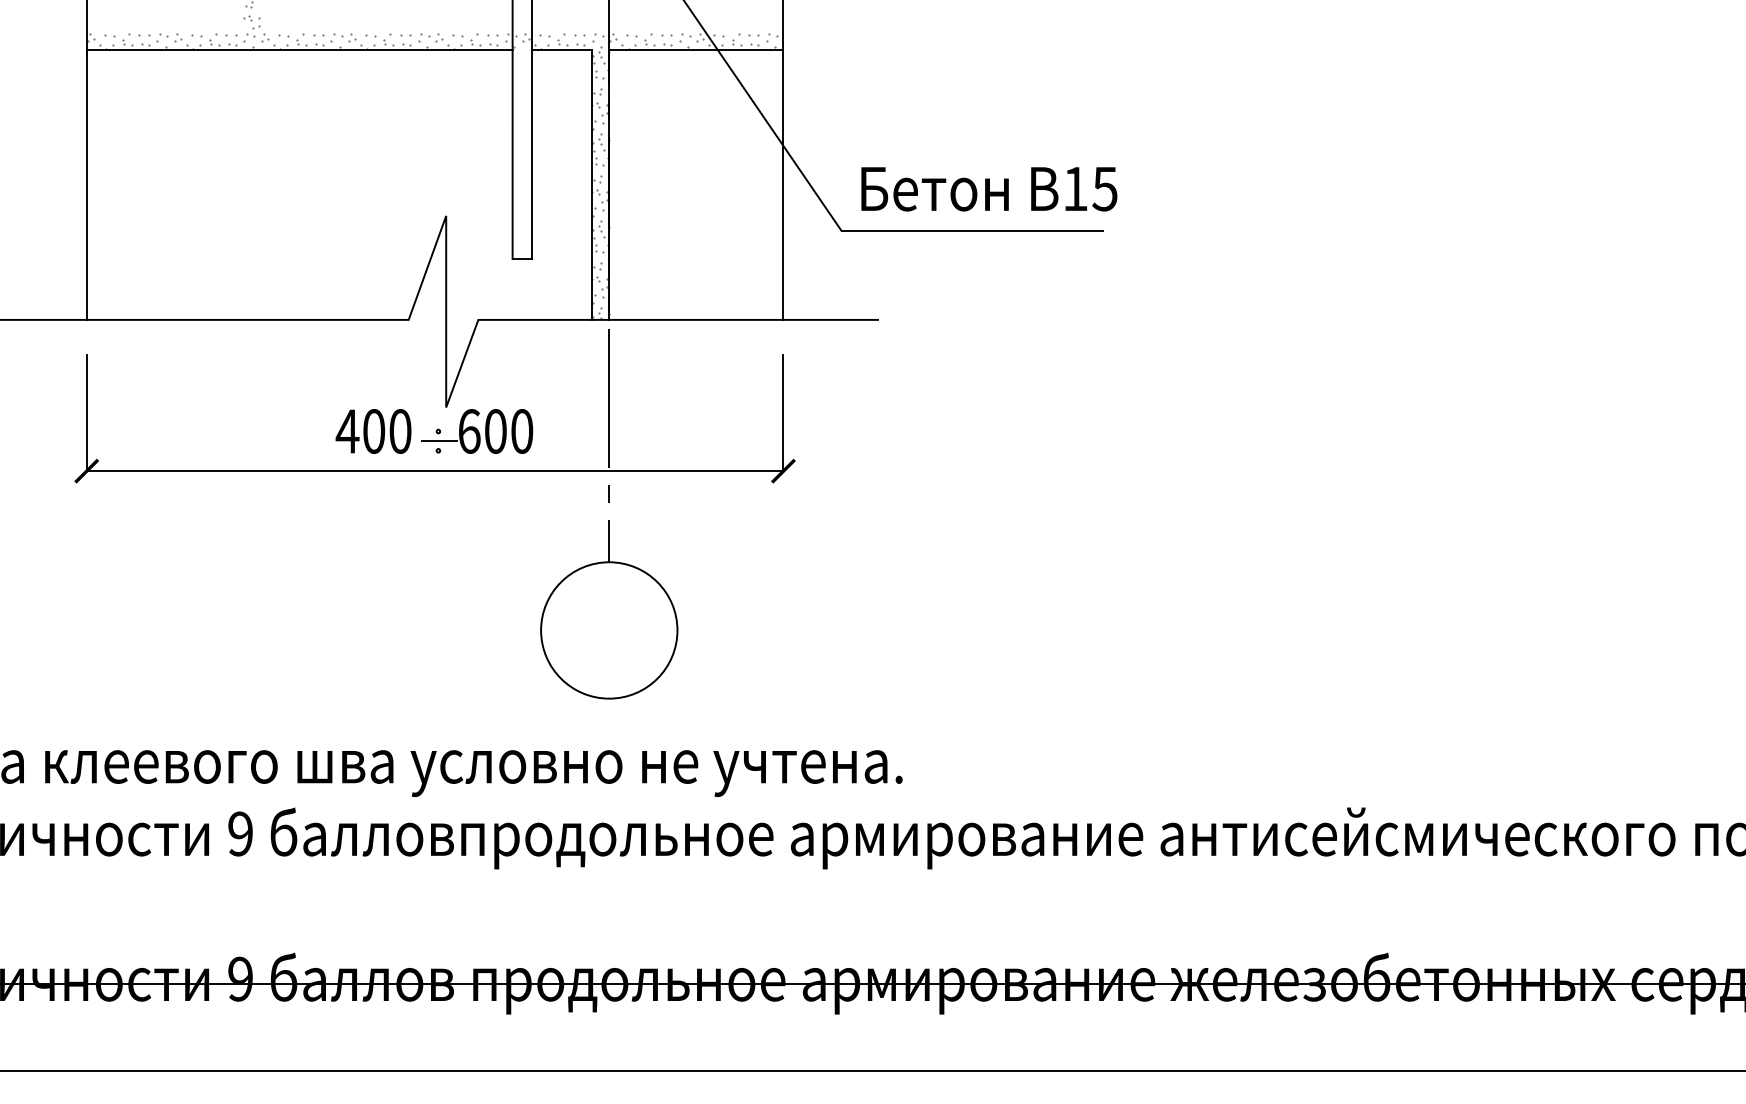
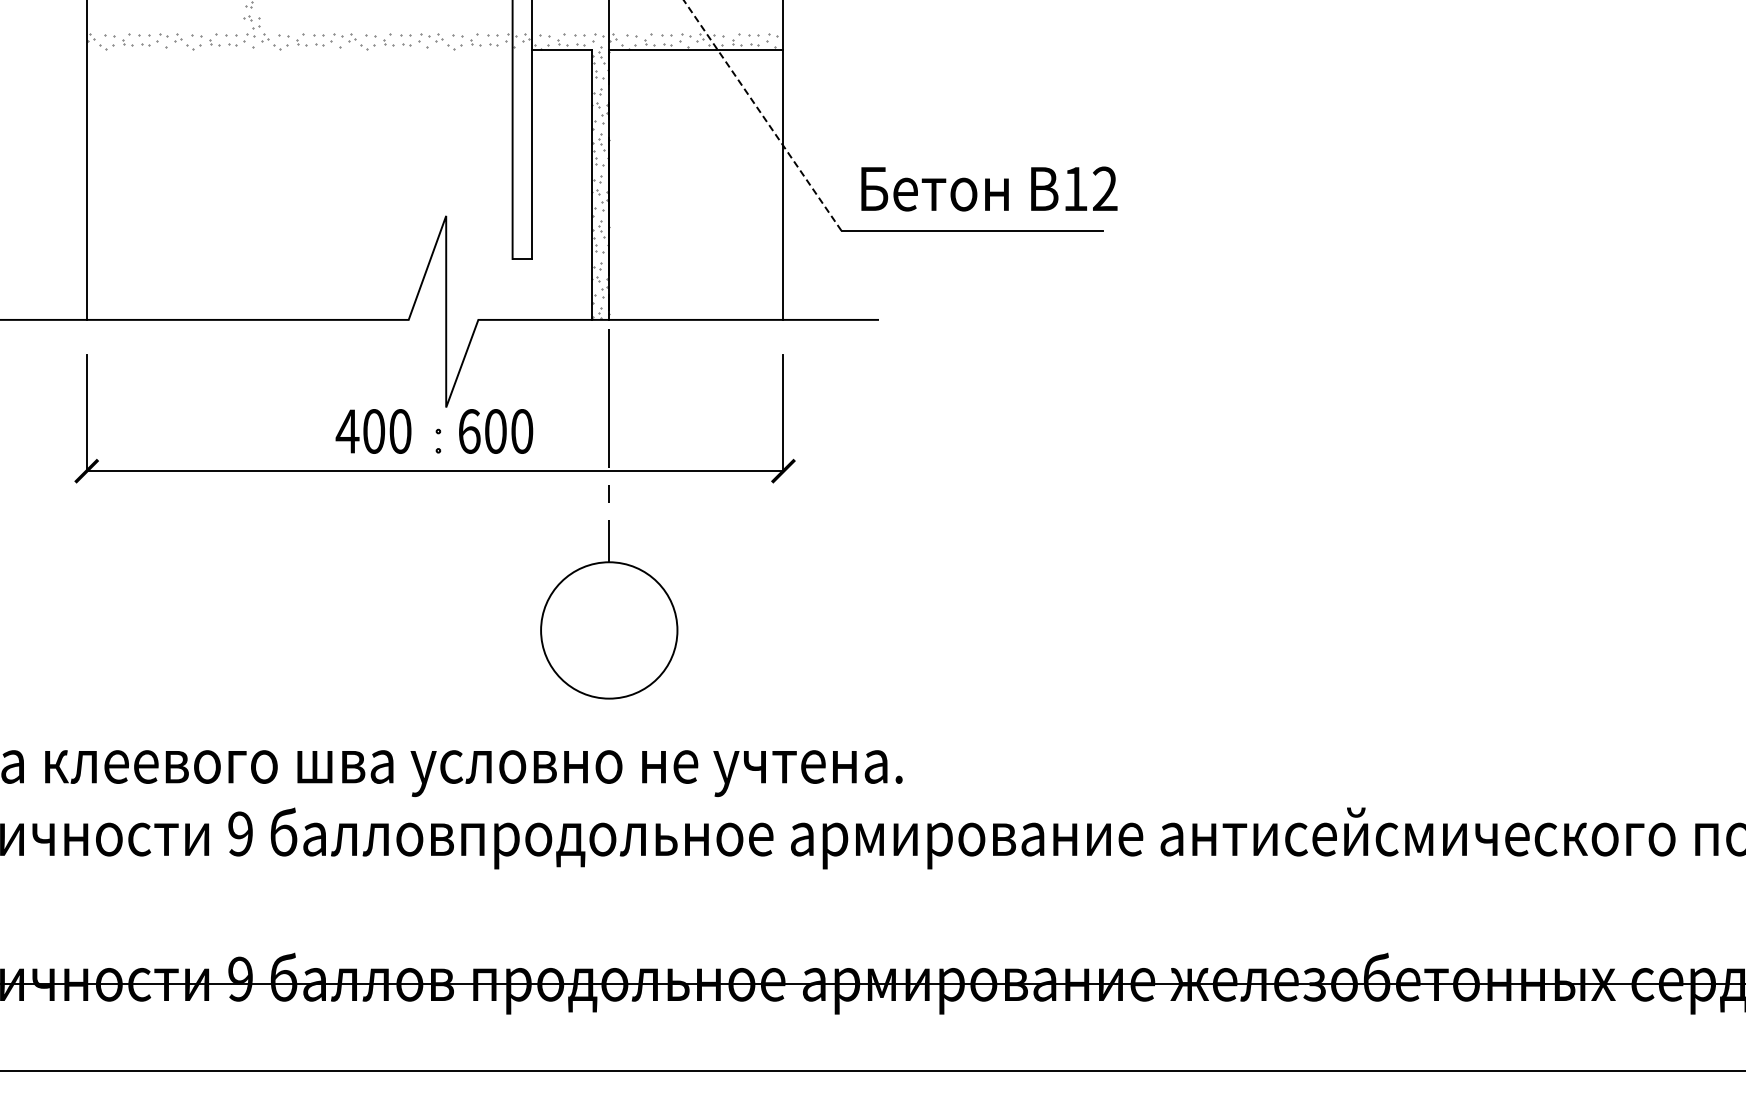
line at (299, 49): present -> none
line at (762, 115): solid -> dashed
text at (1104, 188): 15 -> 12
line at (438, 441): present -> none
